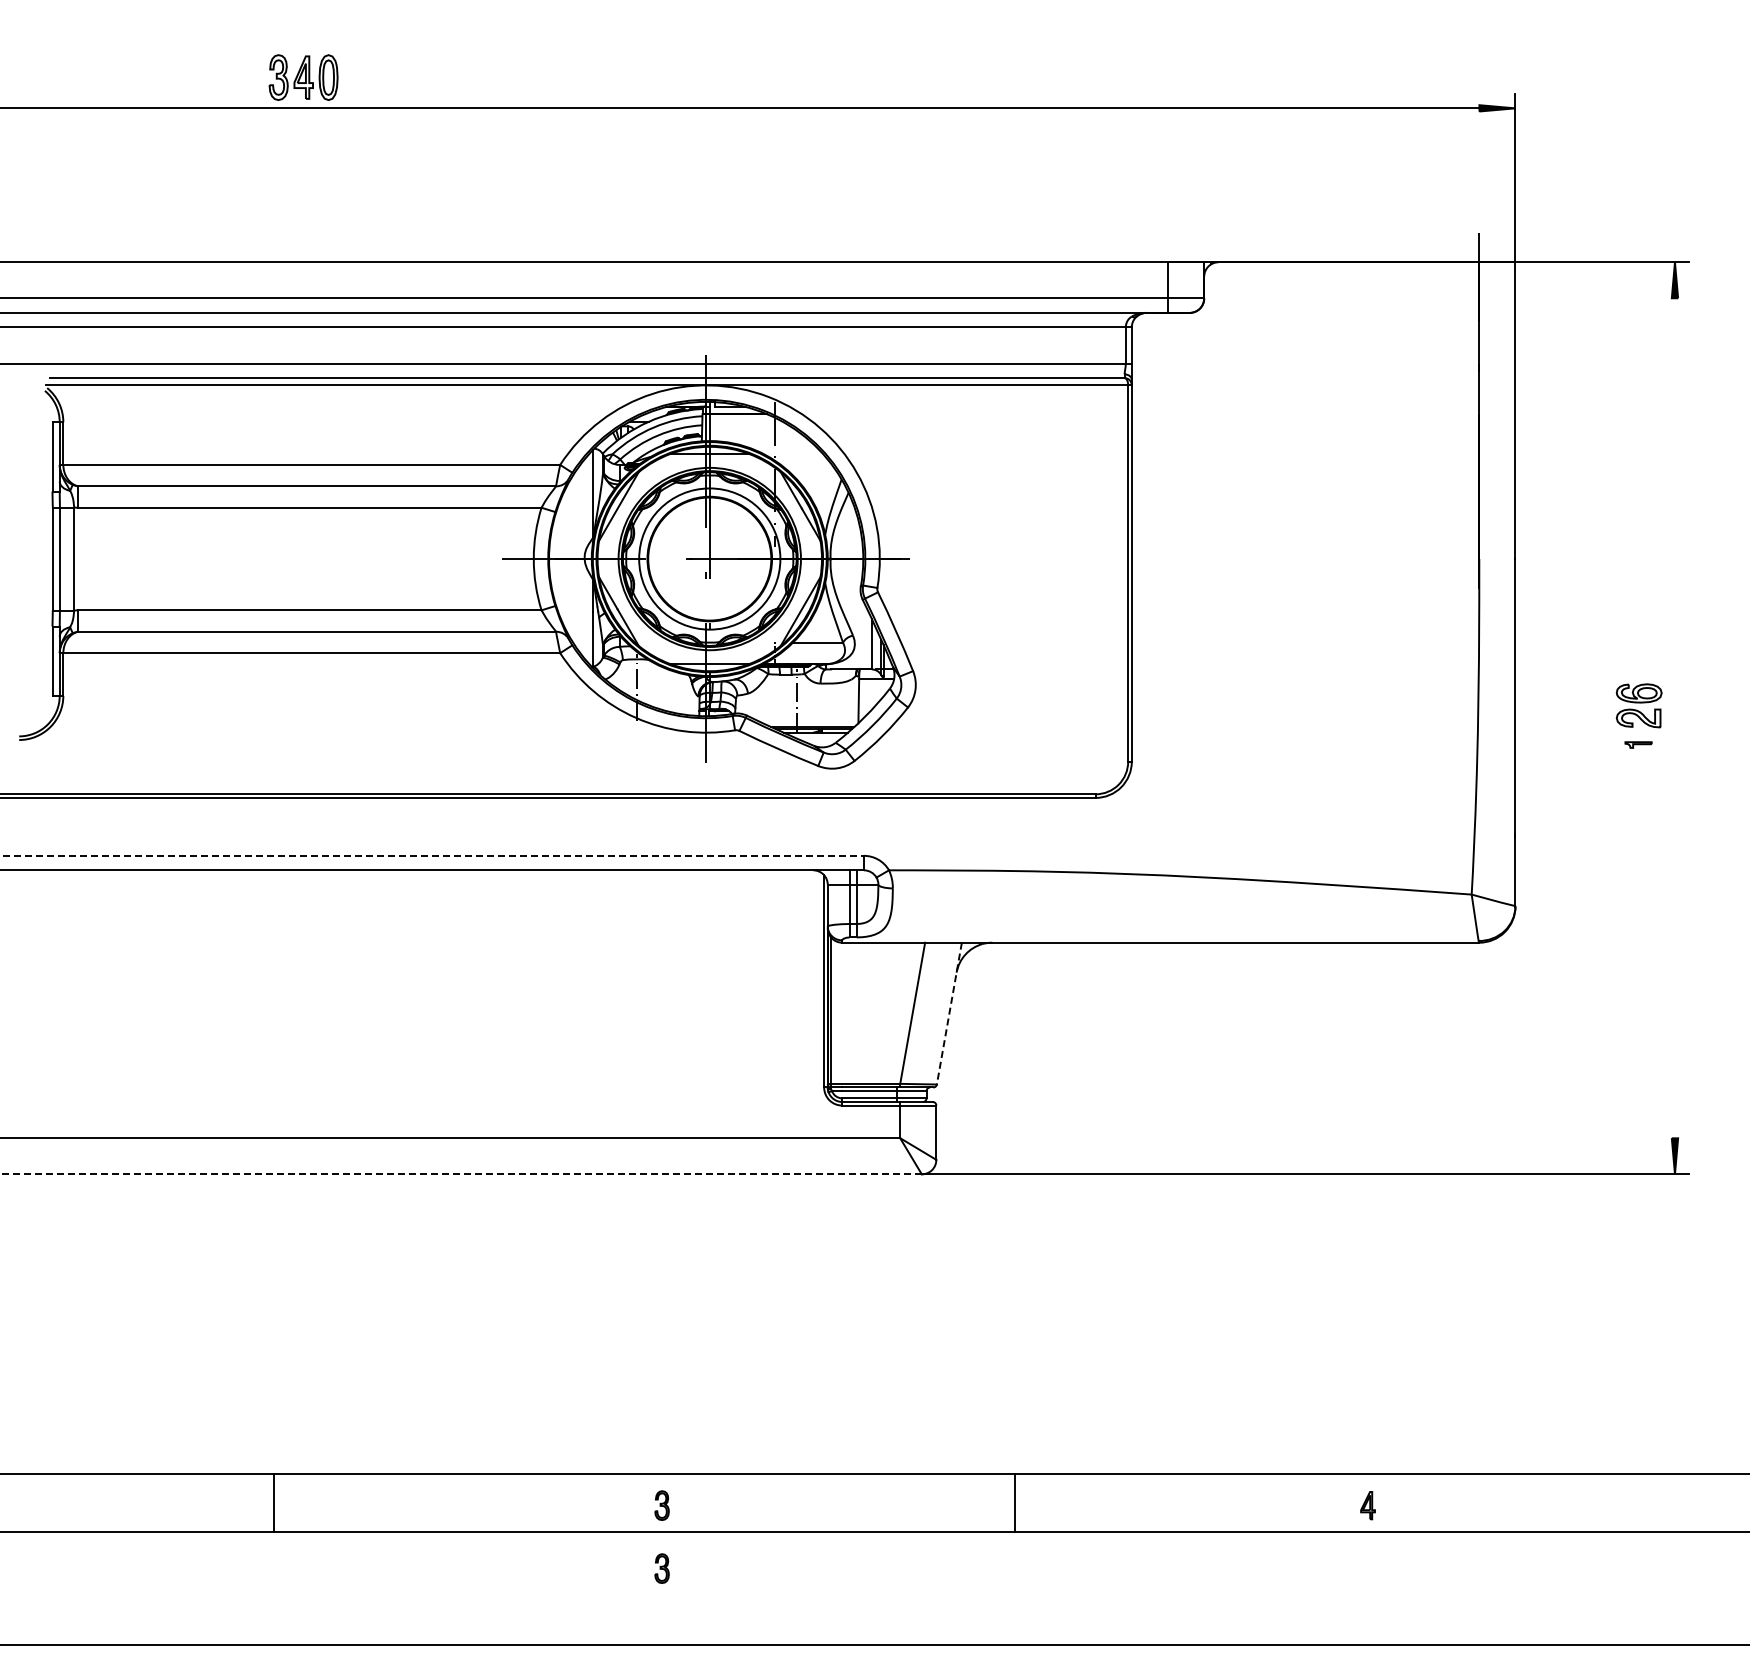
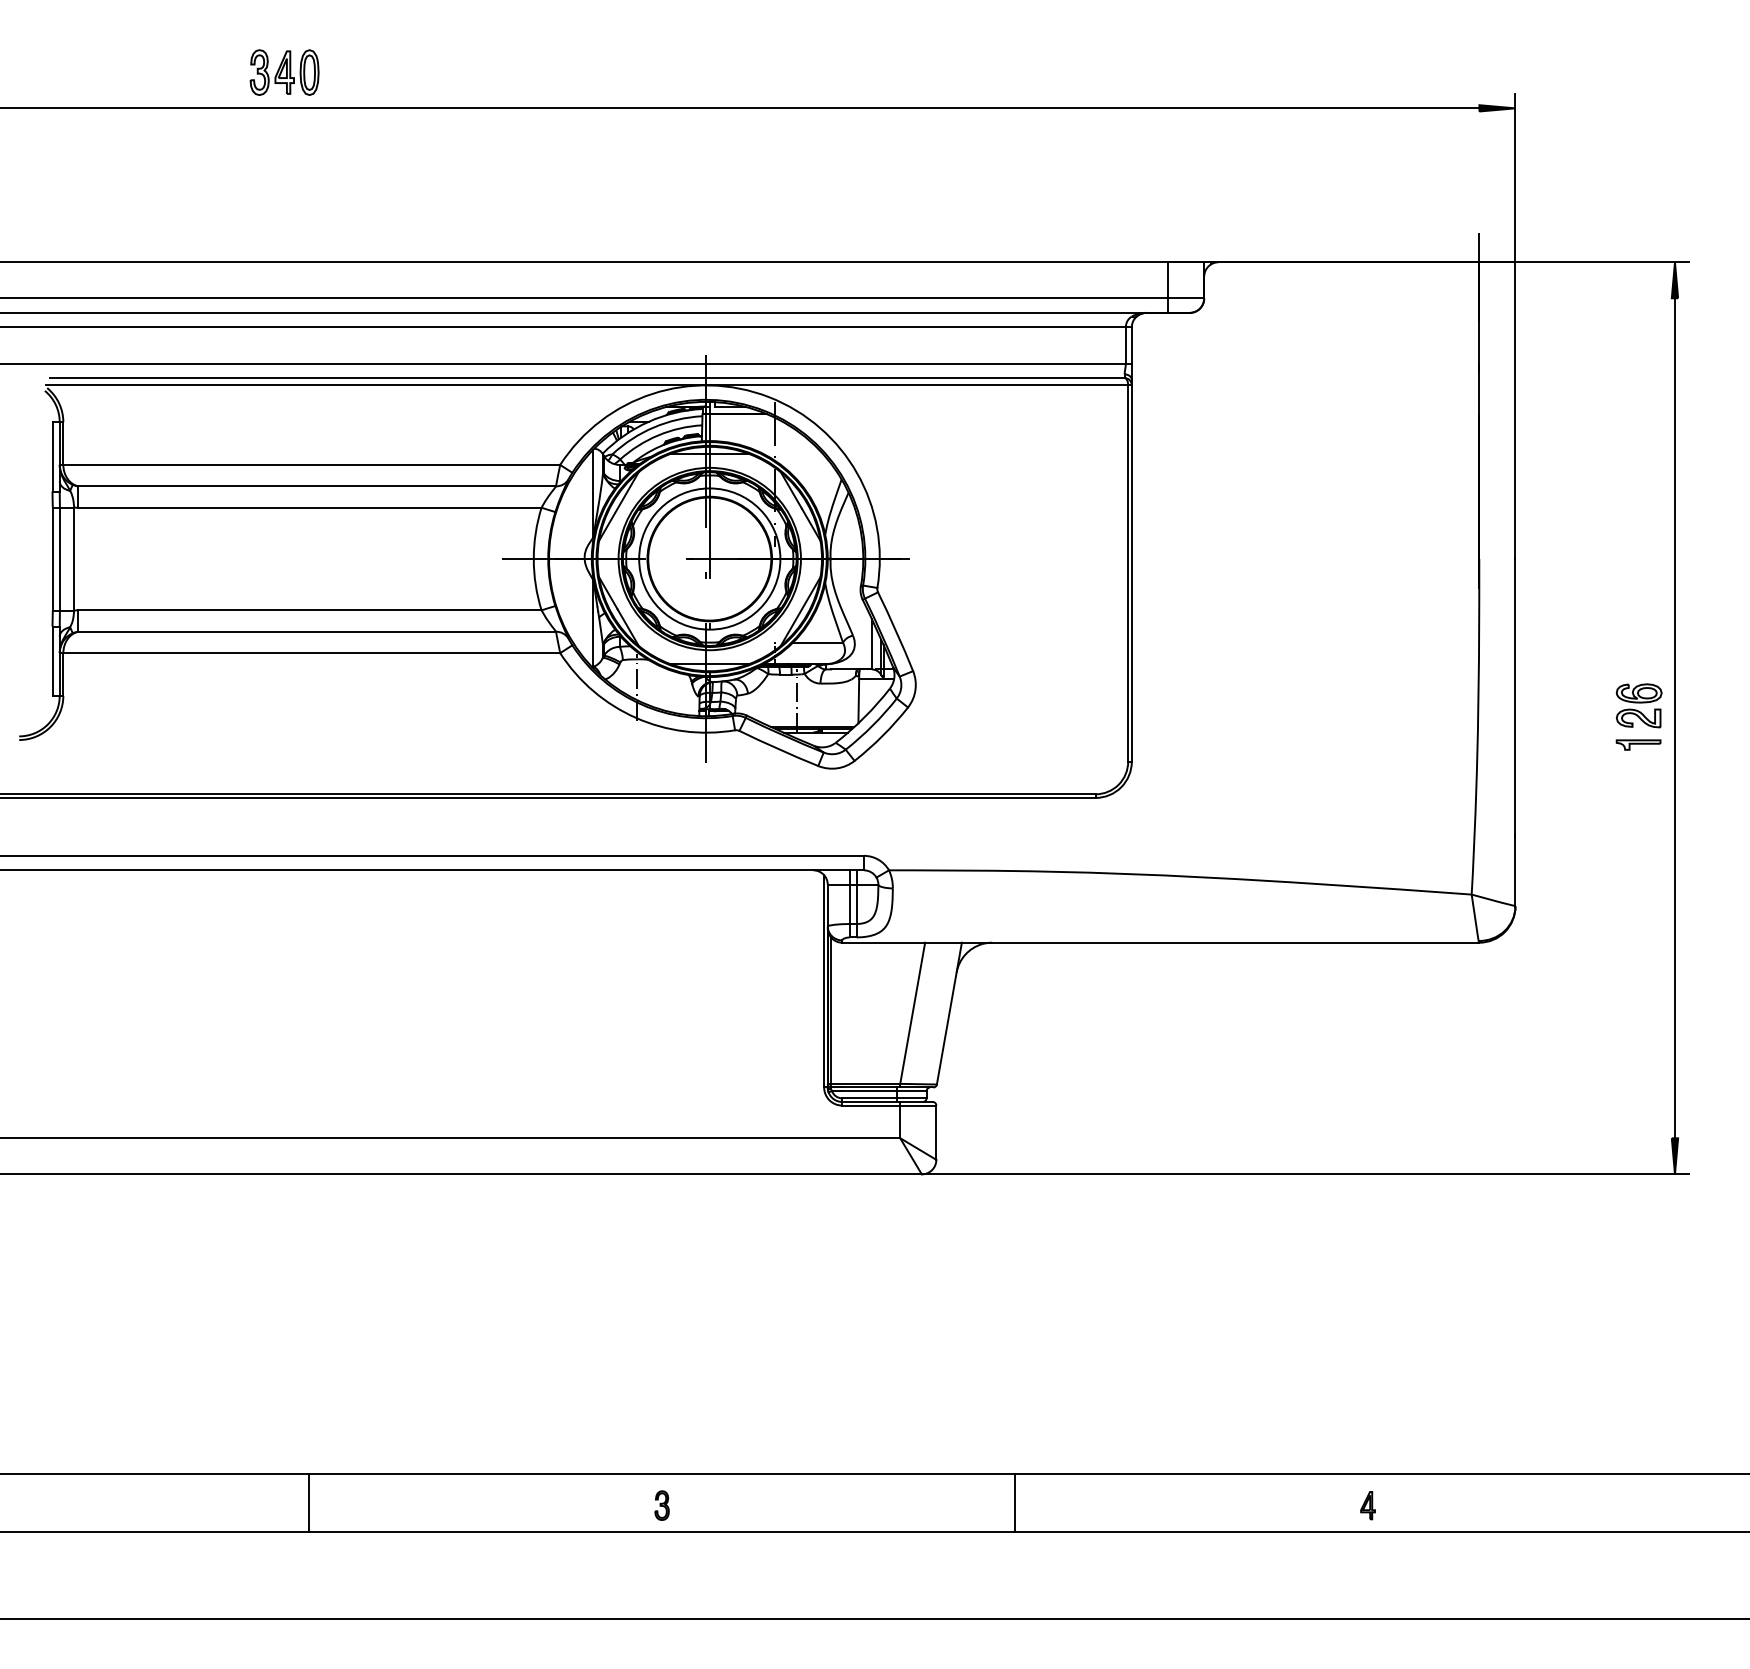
part at (303, 77) position: (303, 77) -> (284, 72)
line at (1674, 718): none -> present
part at (1638, 744) size: 29x8 px -> 47x12 px
line at (432, 855): dashed -> solid
line at (949, 1013): dashed -> solid
line at (460, 1174): dashed -> solid
line at (273, 1502) position: (273, 1502) -> (308, 1502)
part at (661, 1568): present -> none
line at (874, 1644) position: (874, 1644) -> (874, 1618)
